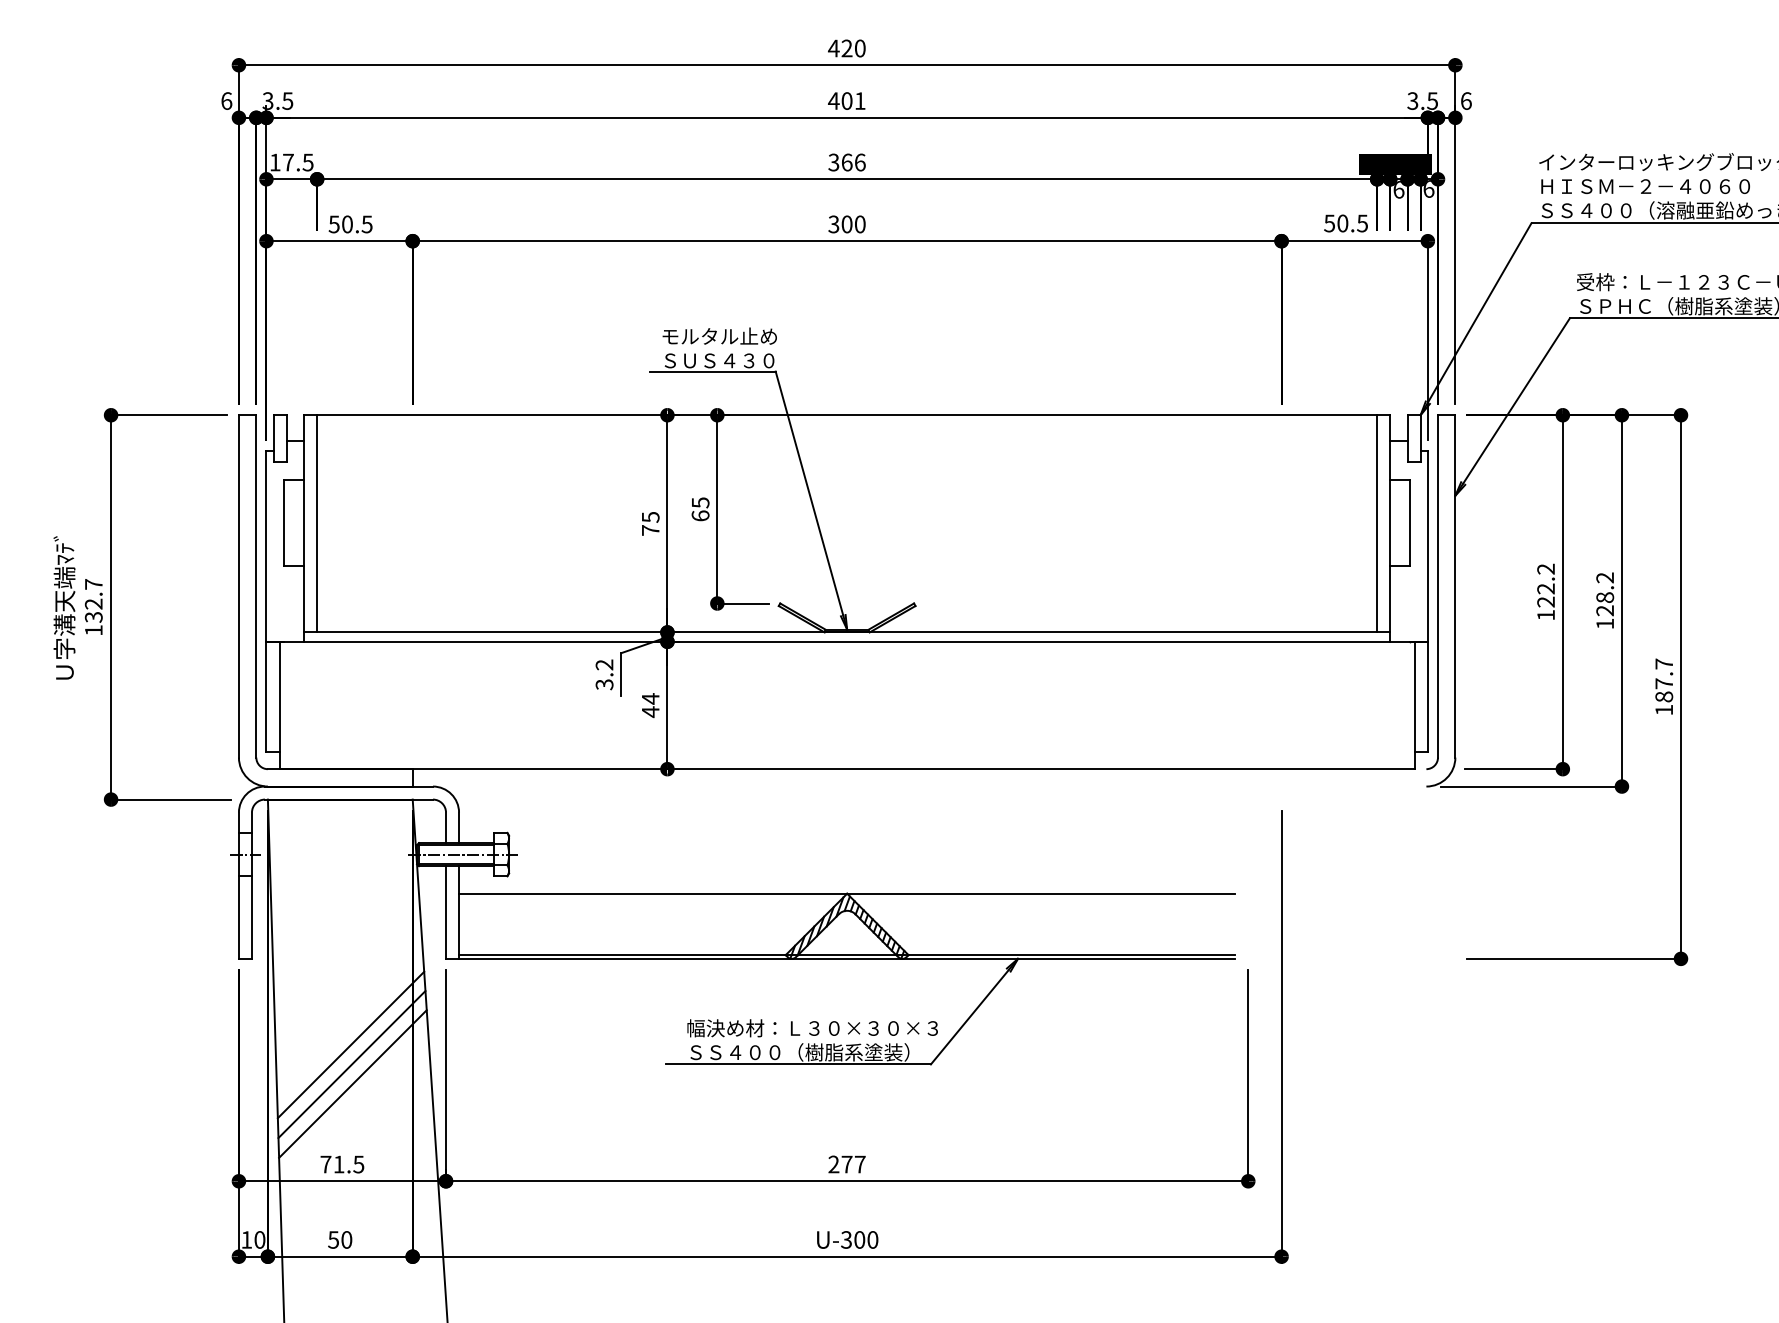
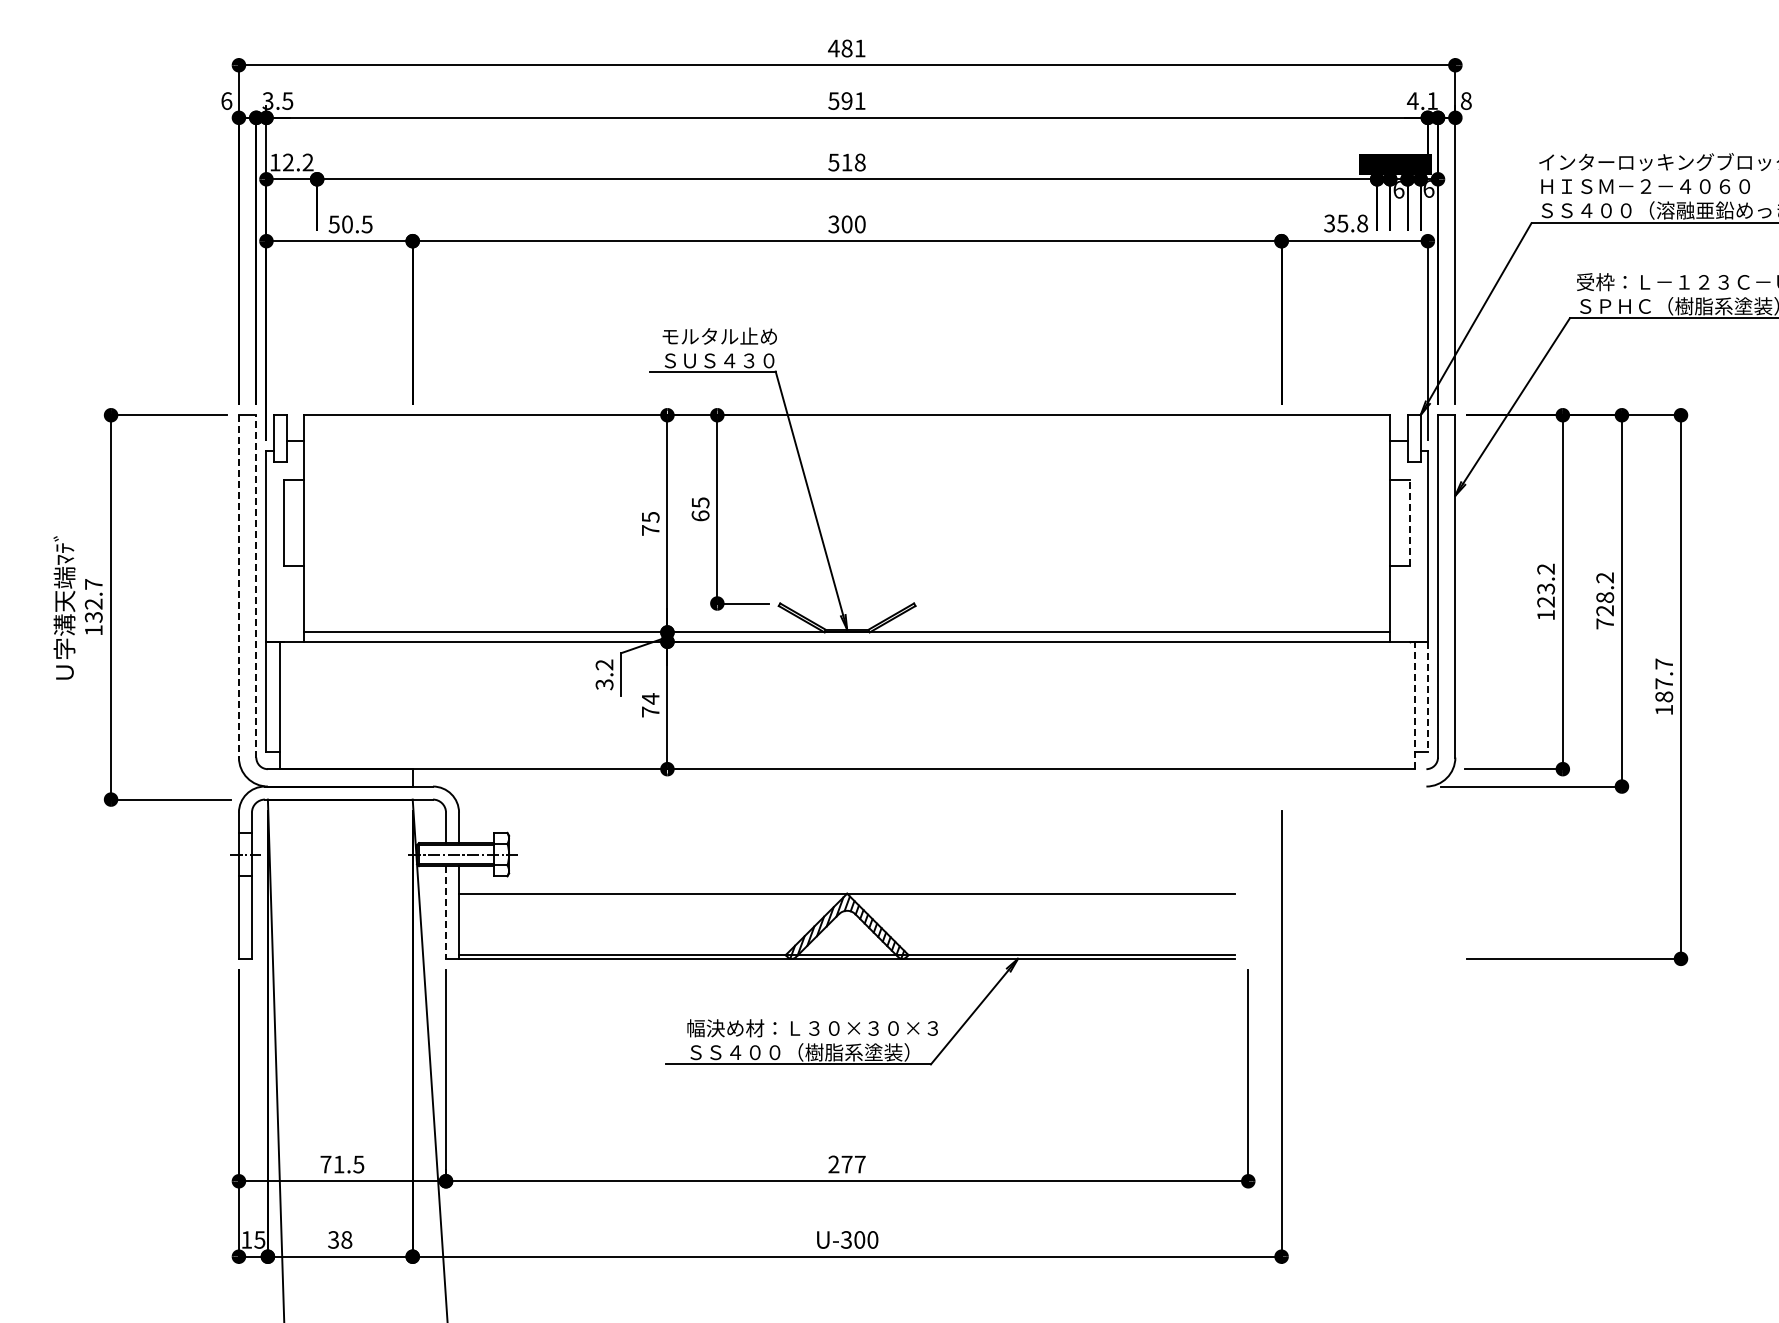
text at (853, 48): 420 -> 481
text at (840, 100): 401 -> 591
text at (1421, 100): 3.5 -> 4.1
text at (1466, 100): 6 -> 8
text at (298, 162): 17.5 -> 12.2
text at (847, 162): 366 -> 518
text at (1346, 223): 50.5 -> 35.8
line at (1410, 522): solid -> dashed
line at (317, 523): present -> none
line at (1377, 523): present -> none
line at (256, 585): solid -> dashed
line at (238, 586): solid -> dashed
text at (1546, 588): 122.2 -> 123.2
text at (1604, 623): 128.2 -> 728.2
line at (1427, 697): solid -> dashed
line at (1414, 705): solid -> dashed
text at (650, 712): 44 -> 74
line at (446, 913): solid -> dashed
line at (350, 1044): present -> none
line at (351, 1064): present -> none
line at (352, 1083): present -> none
text at (259, 1239): 10 -> 15
text at (340, 1239): 50 -> 38
